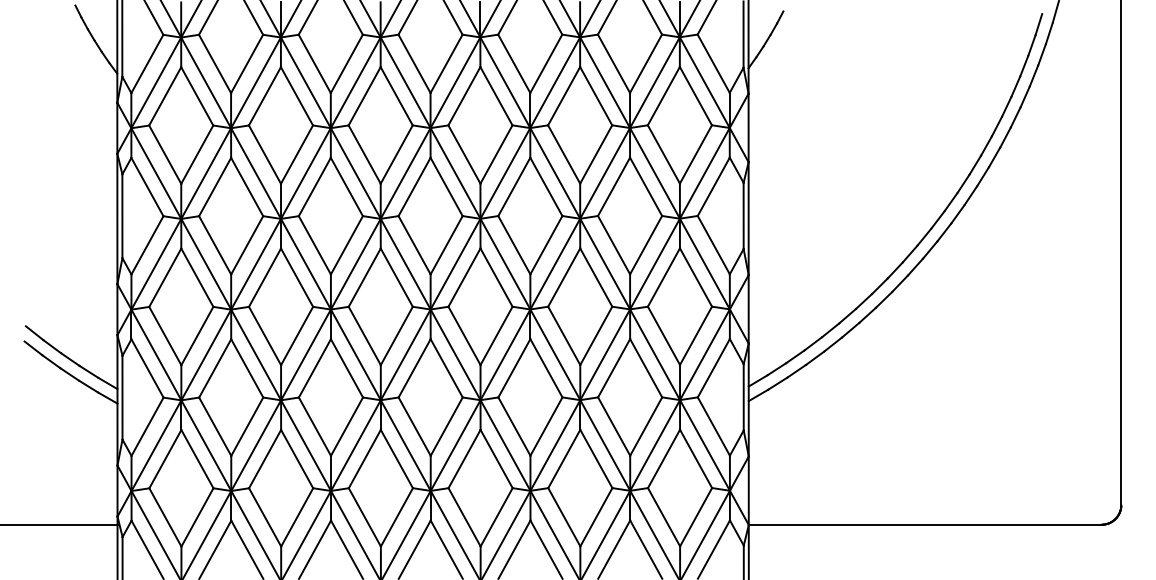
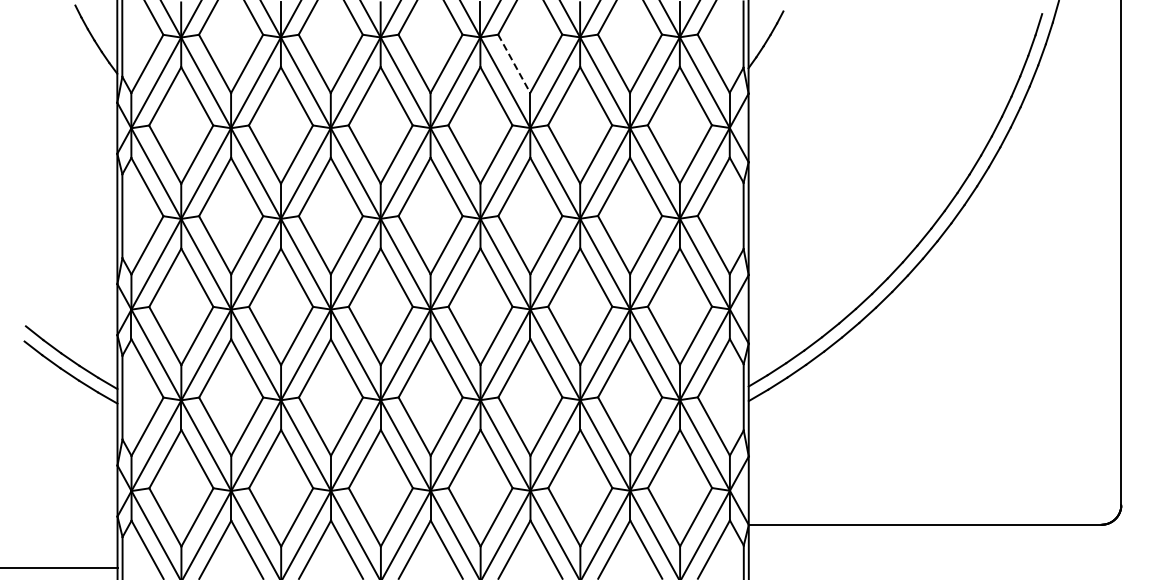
line at (514, 64): solid -> dashed
line at (59, 524) position: (59, 524) -> (59, 567)
